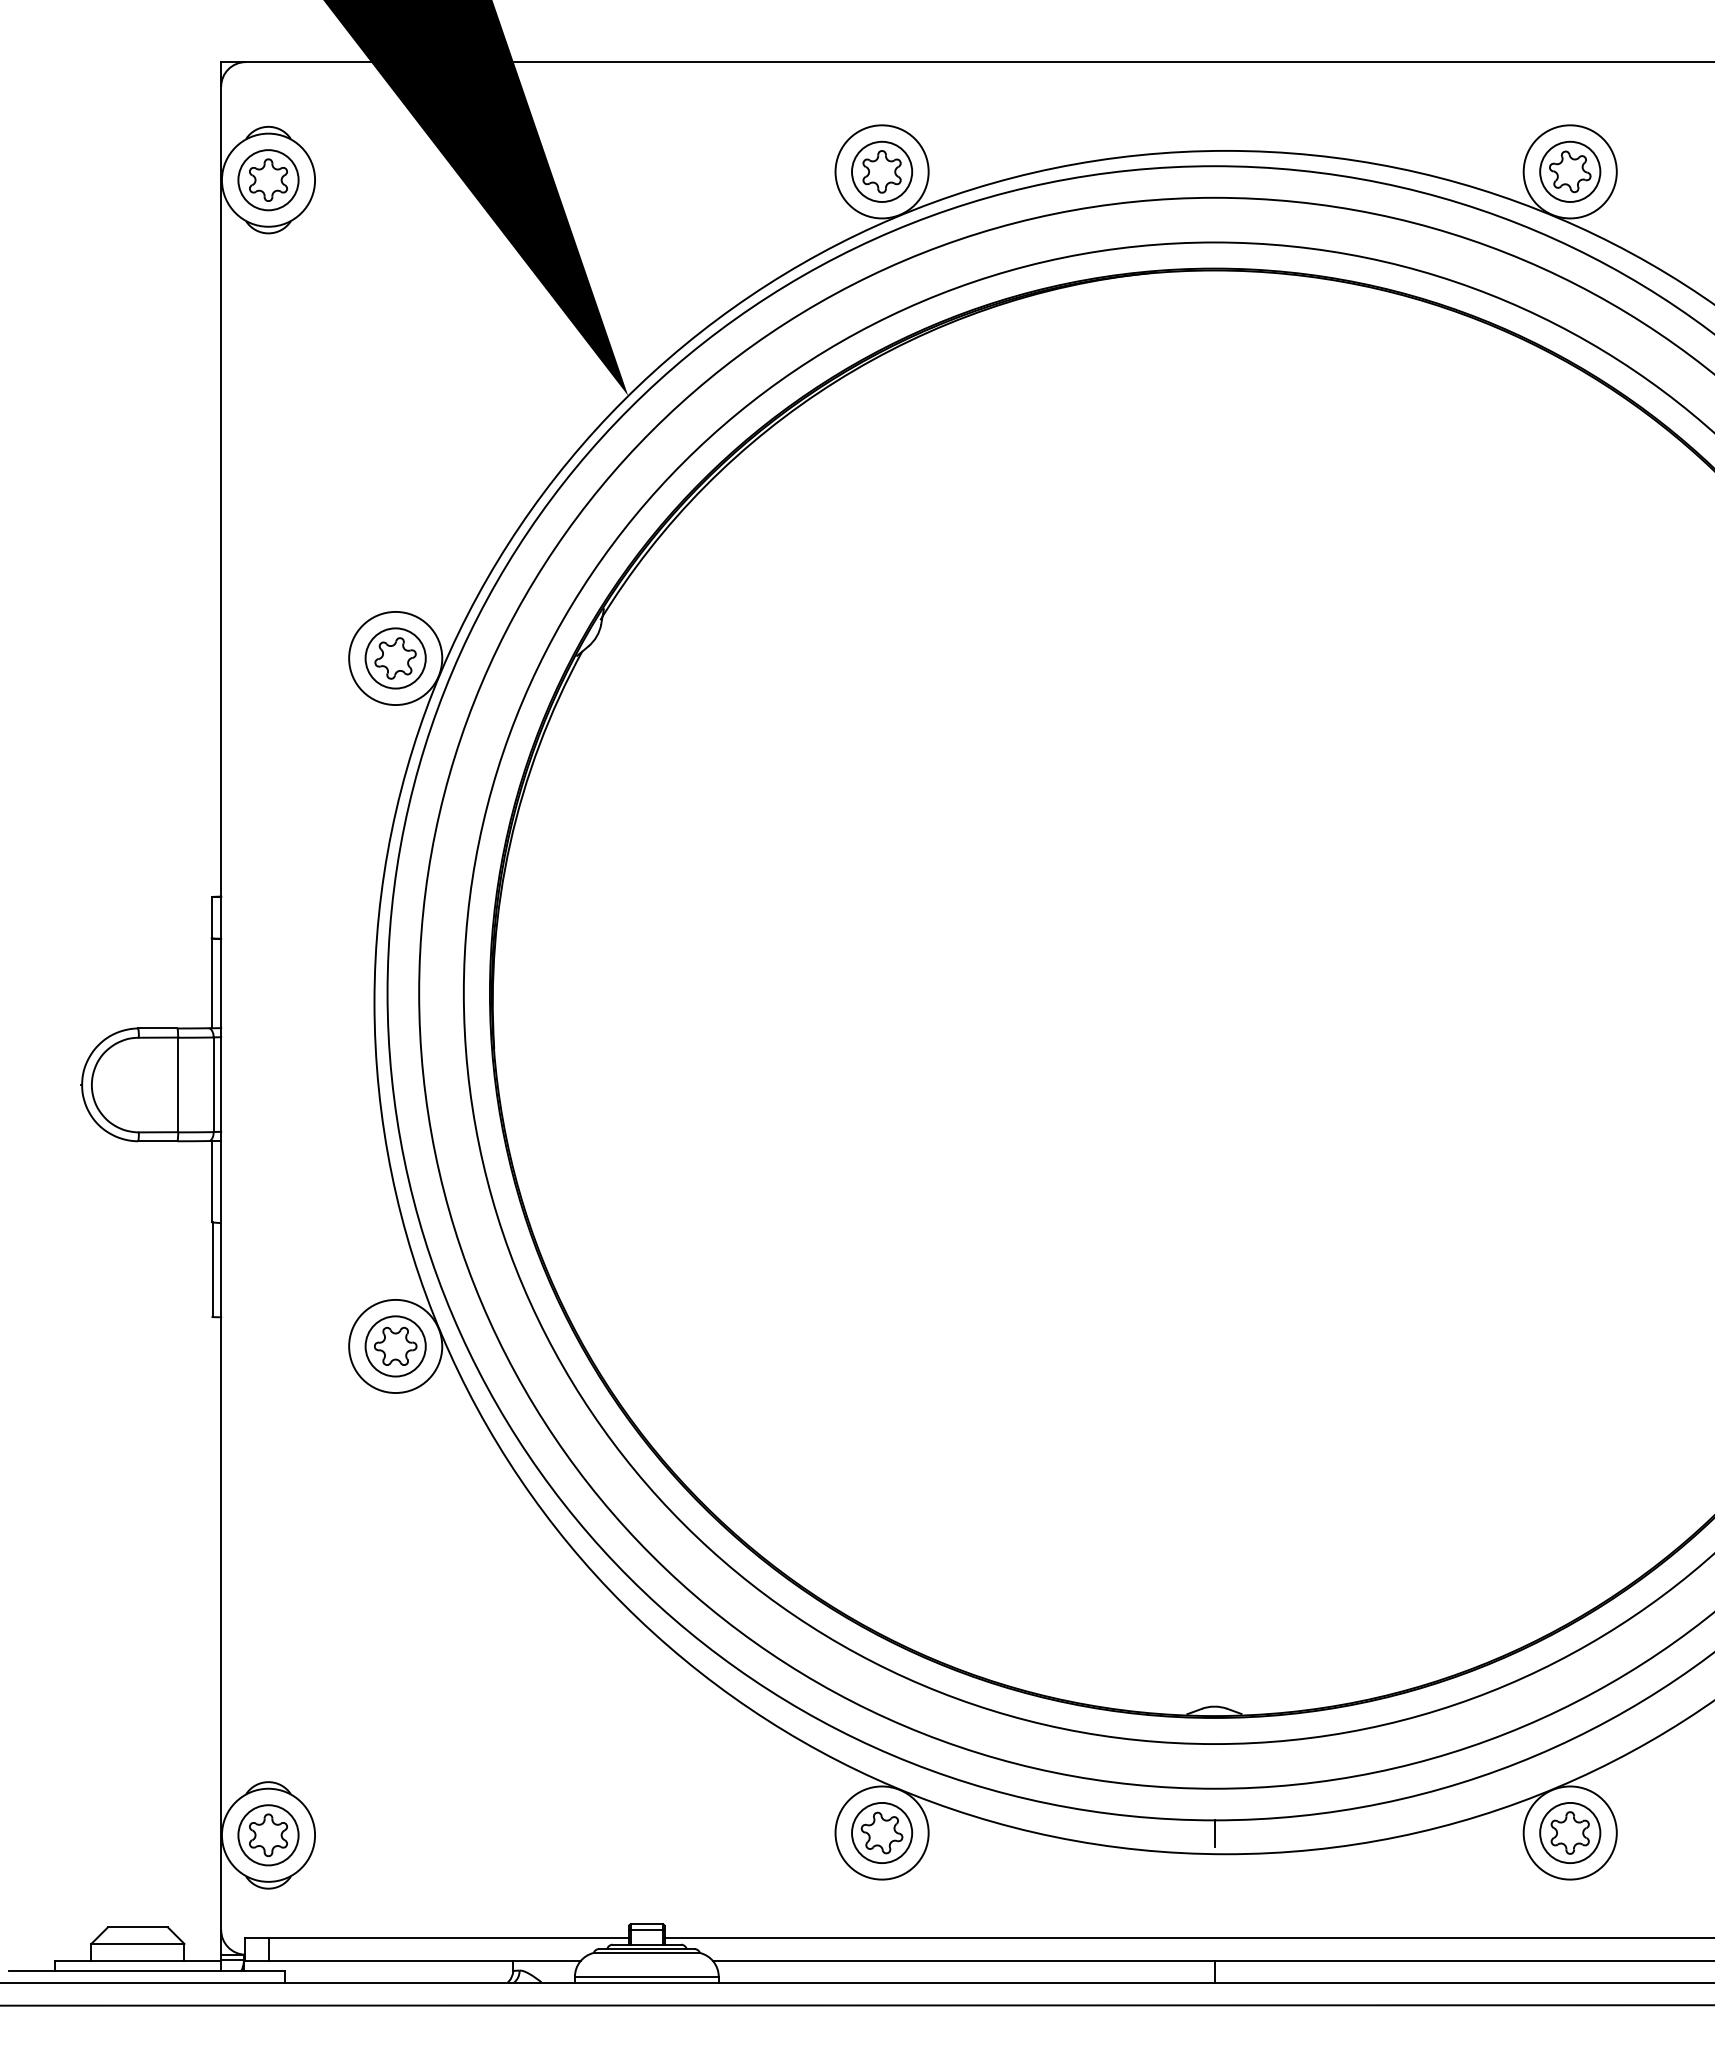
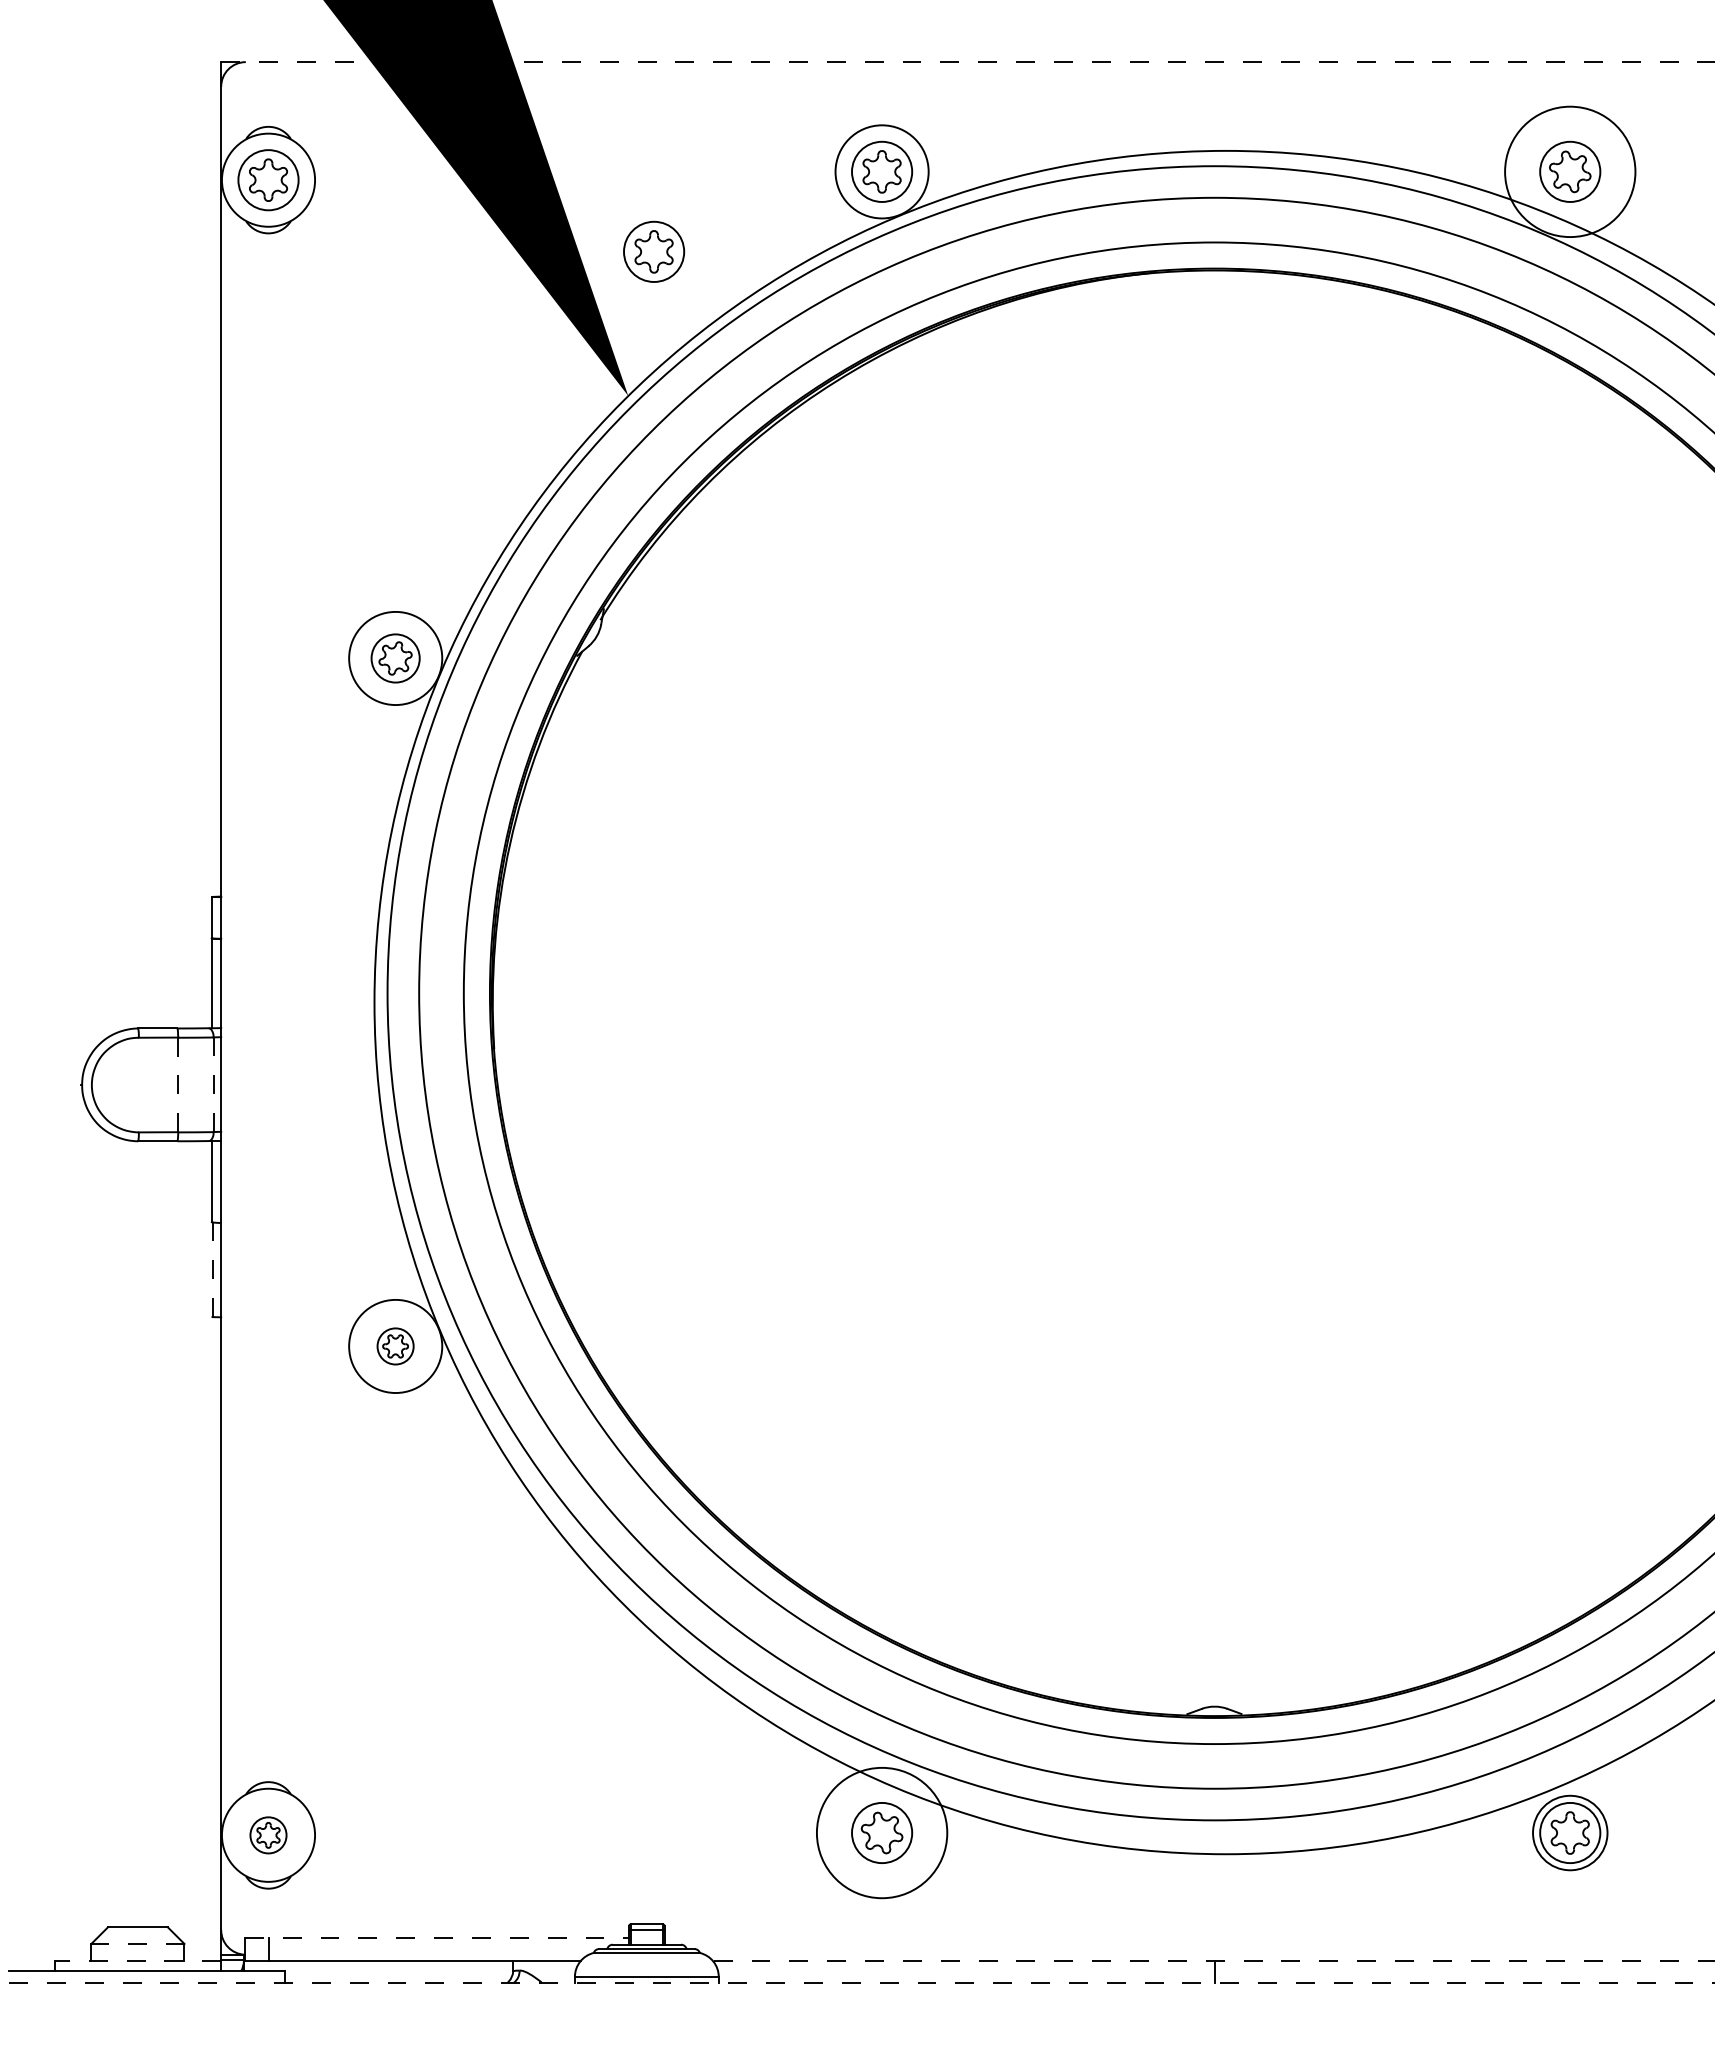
line at (967, 62): solid -> dashed
circle at (1569, 171) diameter: 93 px -> 130 px
part at (654, 251): none -> present
part at (395, 658) size: 63x63 px -> 51x51 px
line at (178, 1084): solid -> dashed
line at (213, 1084): solid -> dashed
line at (212, 1269): solid -> dashed
part at (395, 1346) size: 63x63 px -> 39x39 px
circle at (881, 1832) diameter: 93 px -> 130 px
circle at (1569, 1832) diameter: 93 px -> 74 px
line at (1214, 1833): present -> none
part at (268, 1835) size: 63x63 px -> 39x39 px
line at (437, 1937): solid -> dashed
line at (1187, 1937): present -> none
line at (137, 1943): solid -> dashed
line at (137, 1960): solid -> dashed
line at (1213, 1960): solid -> dashed
line at (857, 1982): solid -> dashed
line at (856, 2005): present -> none
